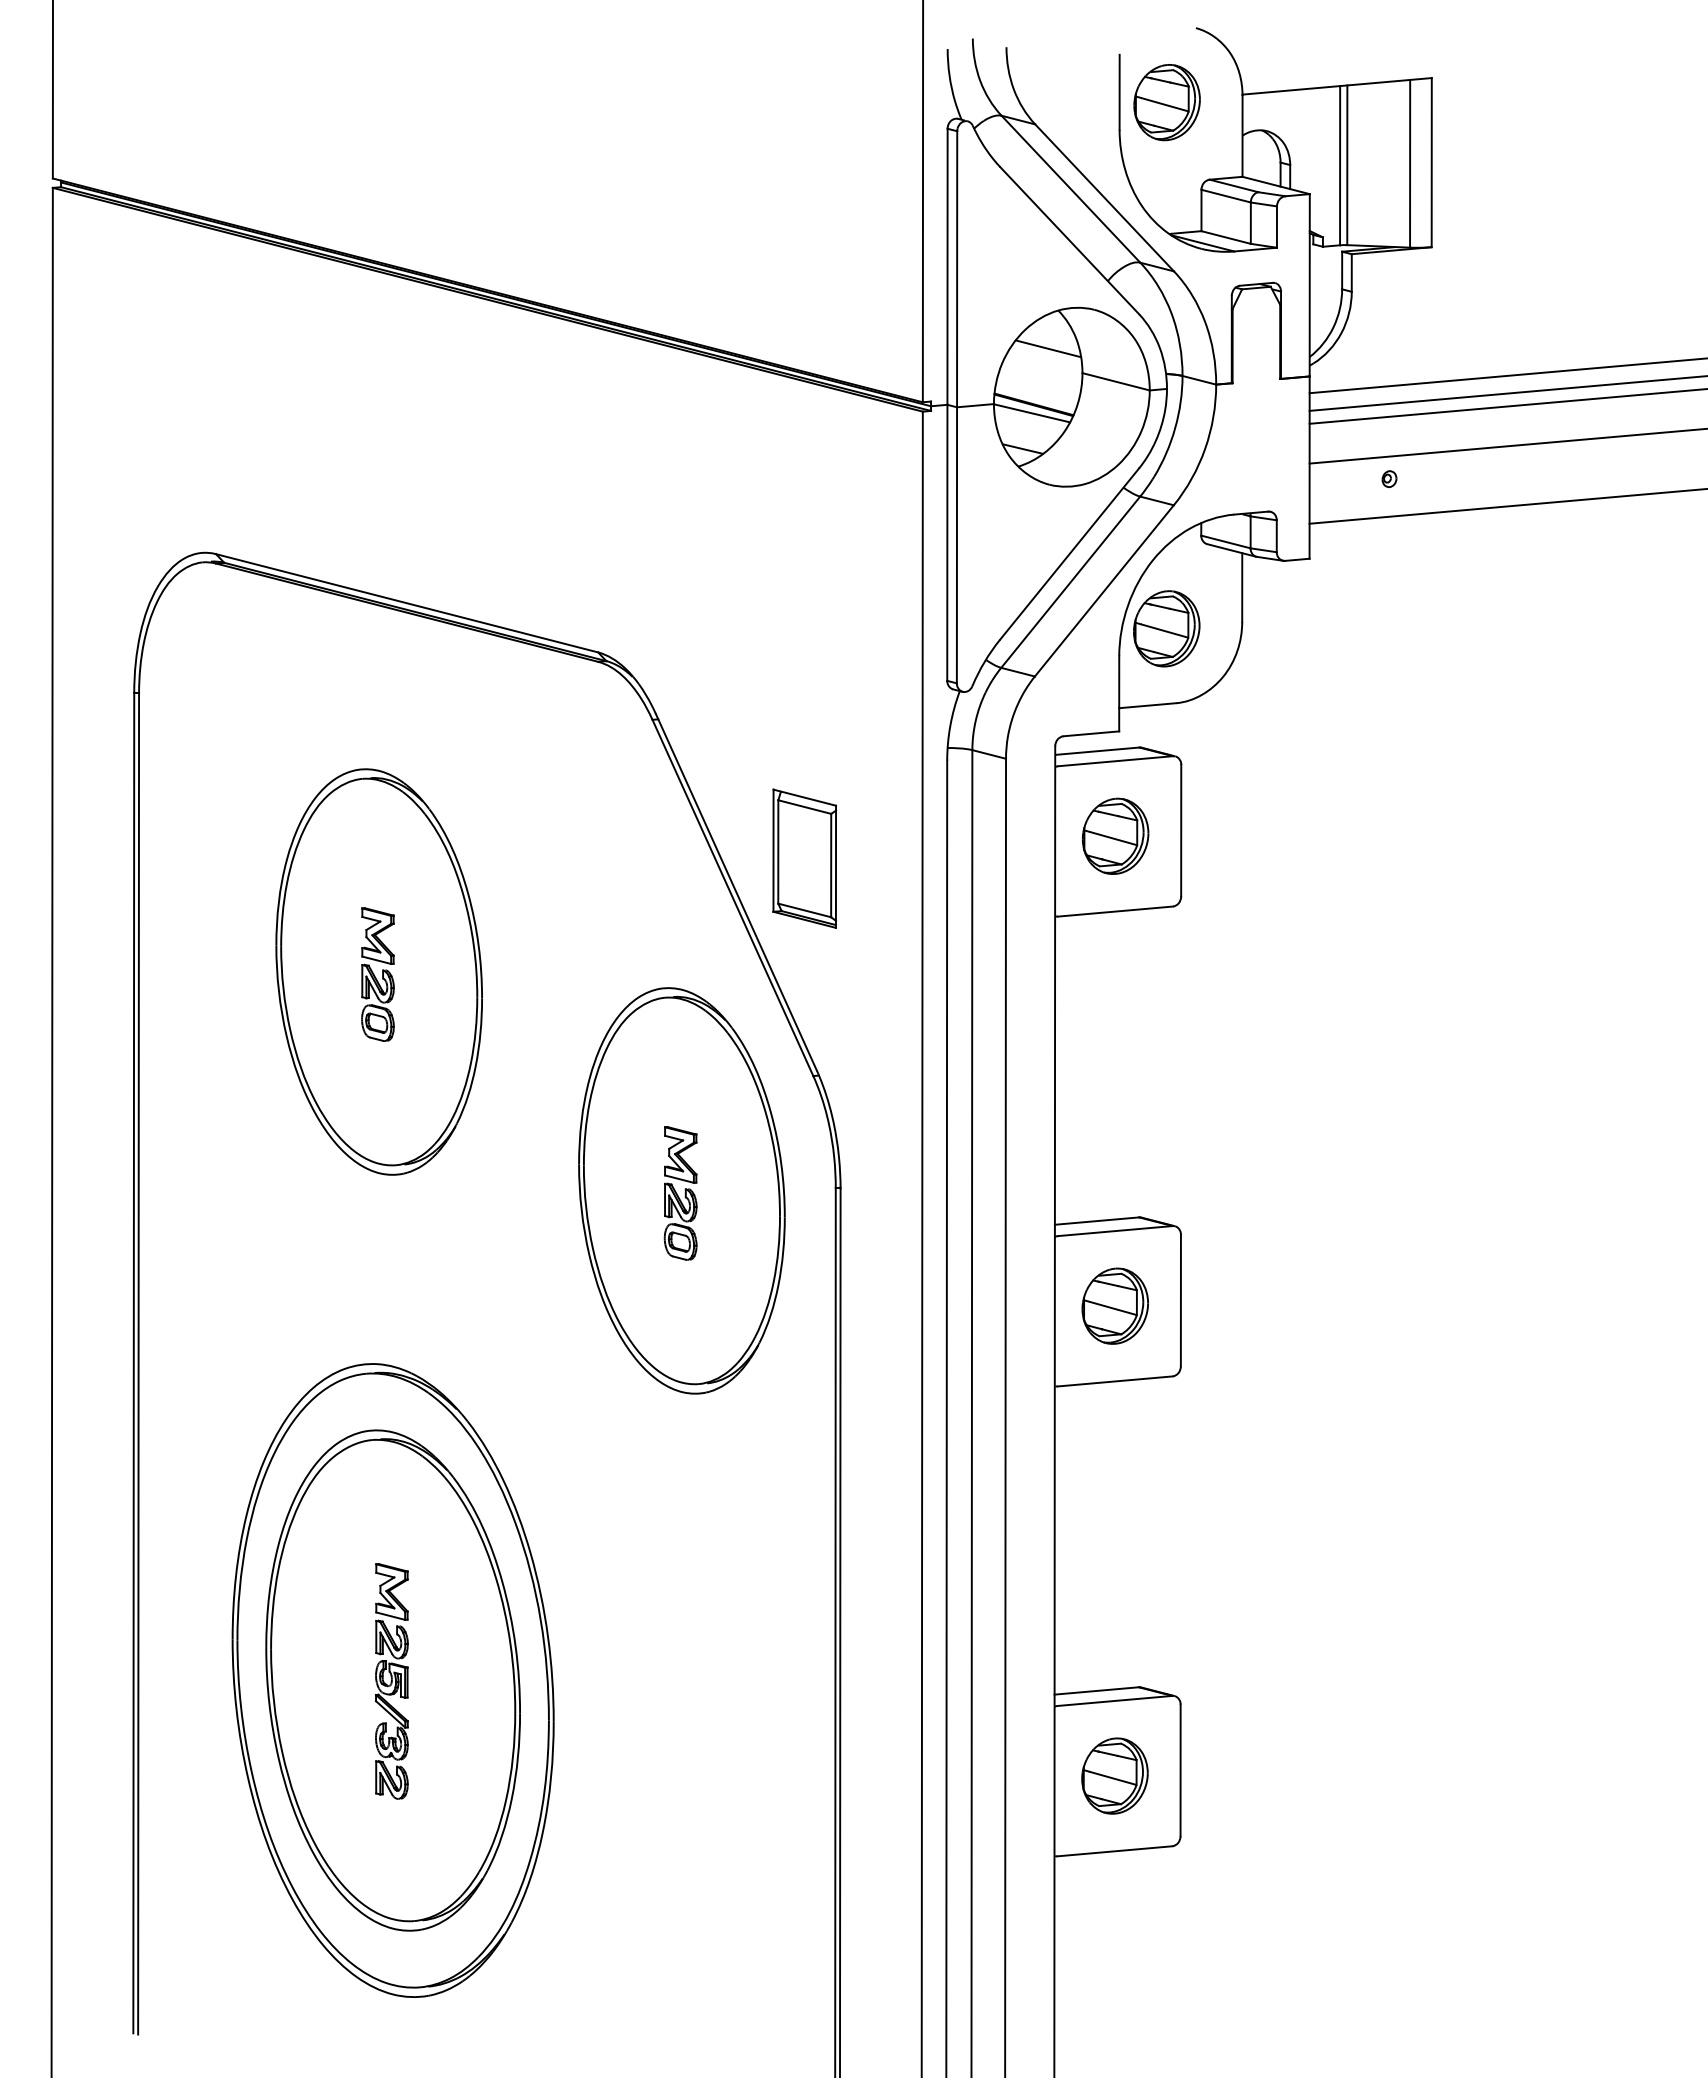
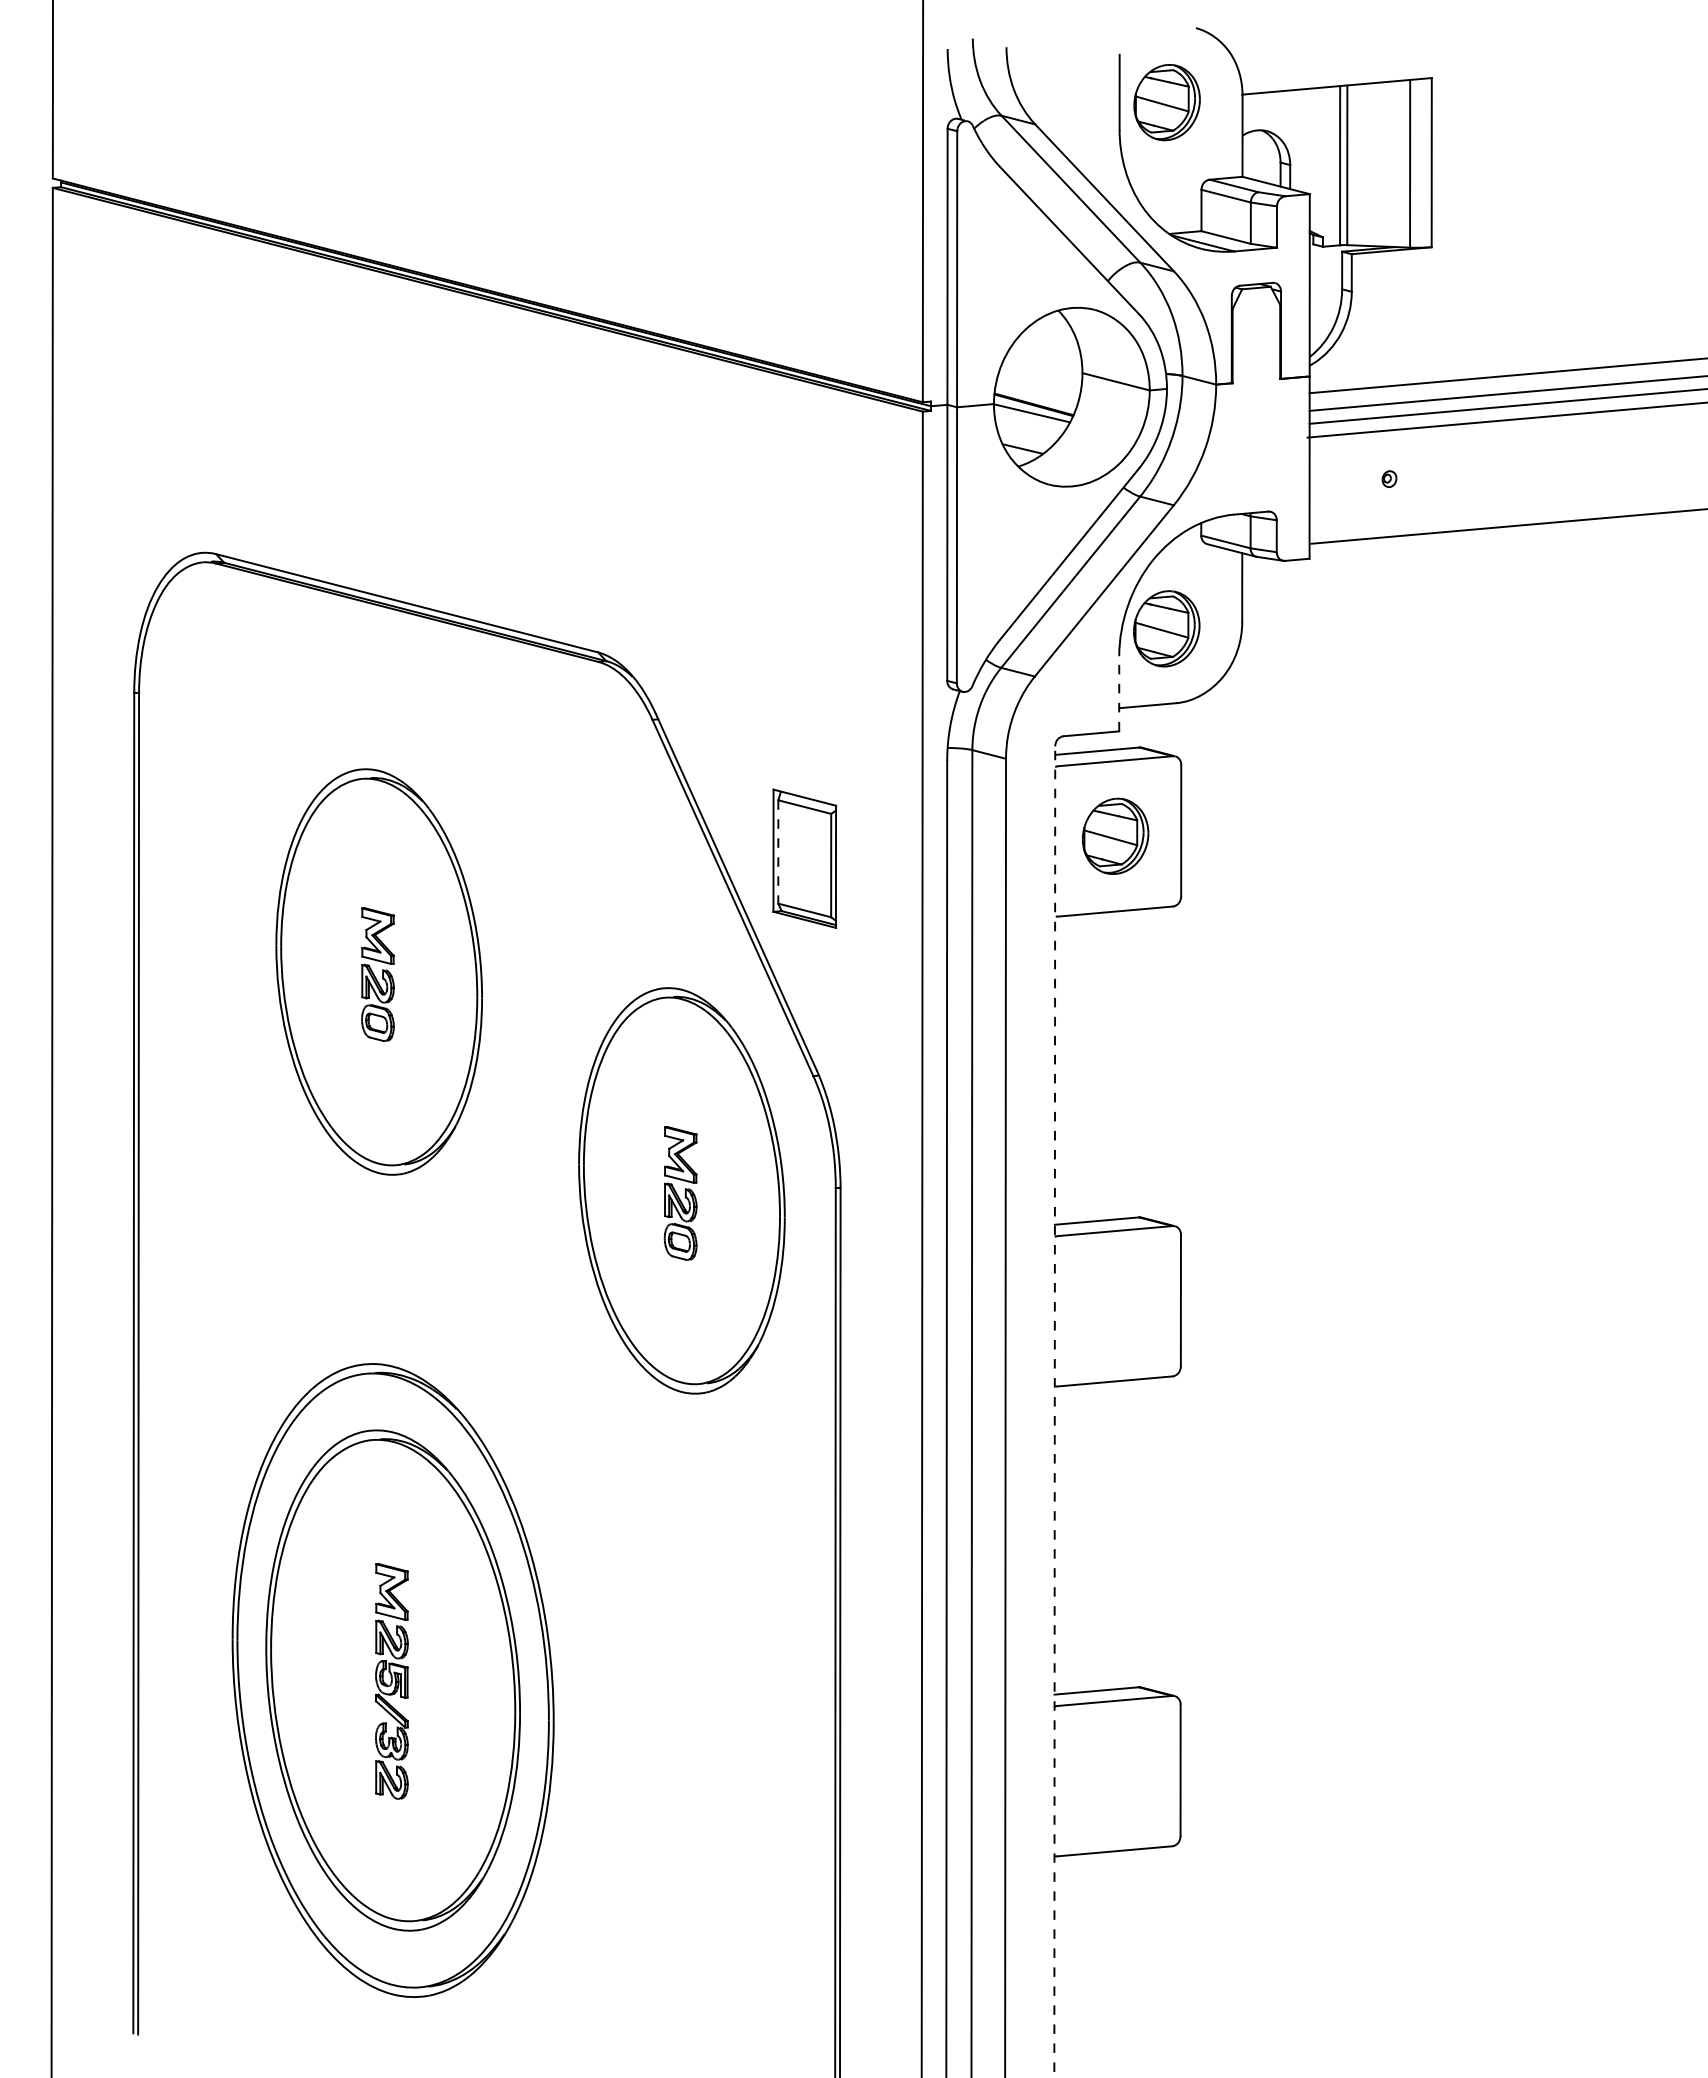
line at (1048, 348): present -> none
line at (1506, 446) position: (1506, 446) -> (1505, 419)
line at (1506, 506) position: (1506, 506) -> (1507, 526)
line at (1119, 693): solid -> dashed
line at (778, 851): solid -> dashed
part at (1114, 1305): present -> none
line at (1054, 1411): solid -> dashed
part at (1114, 1775): present -> none
